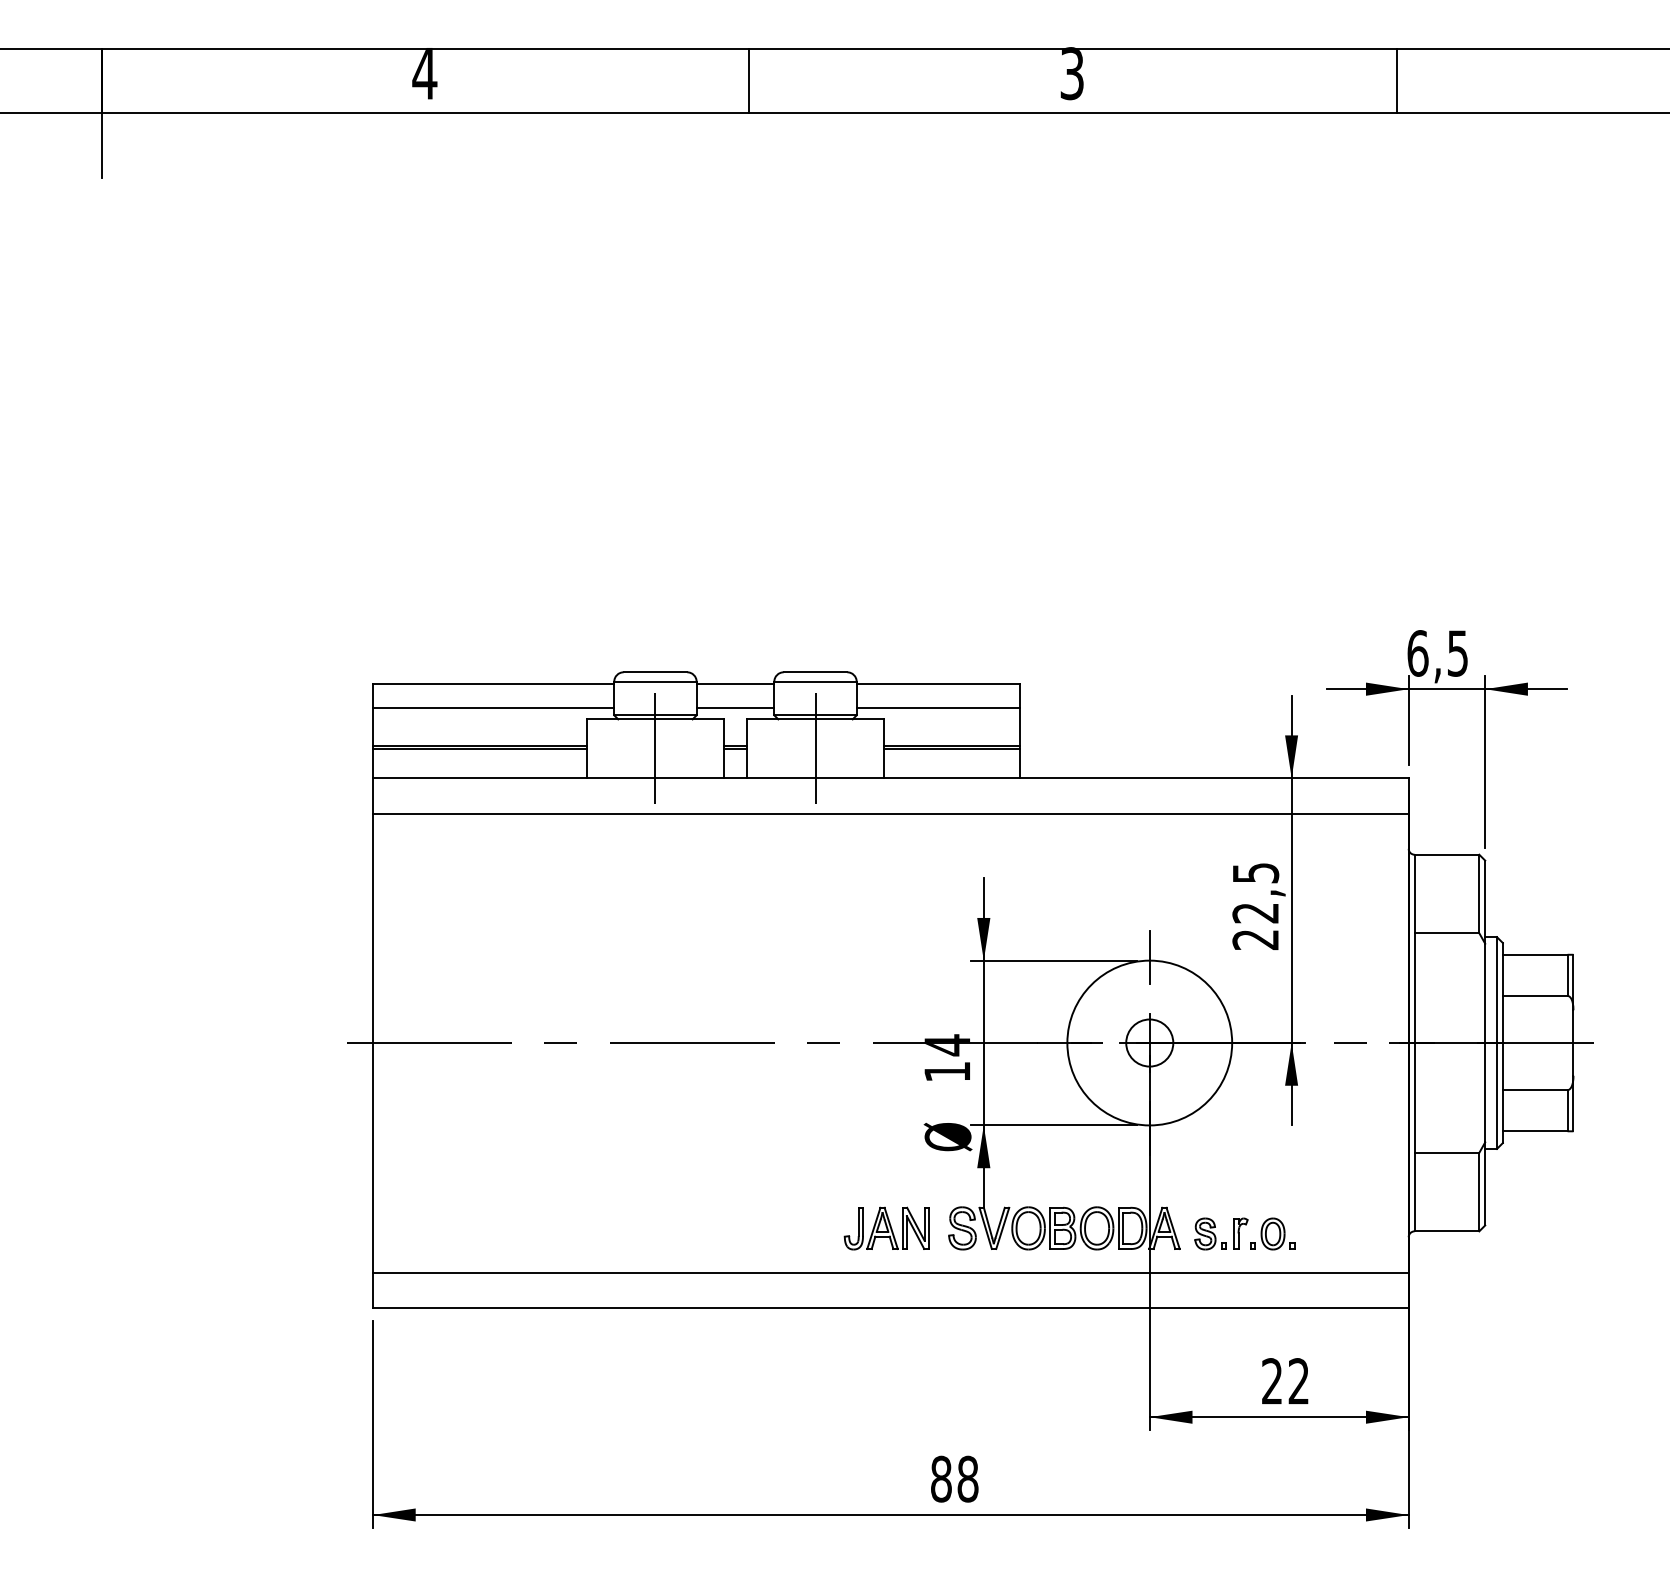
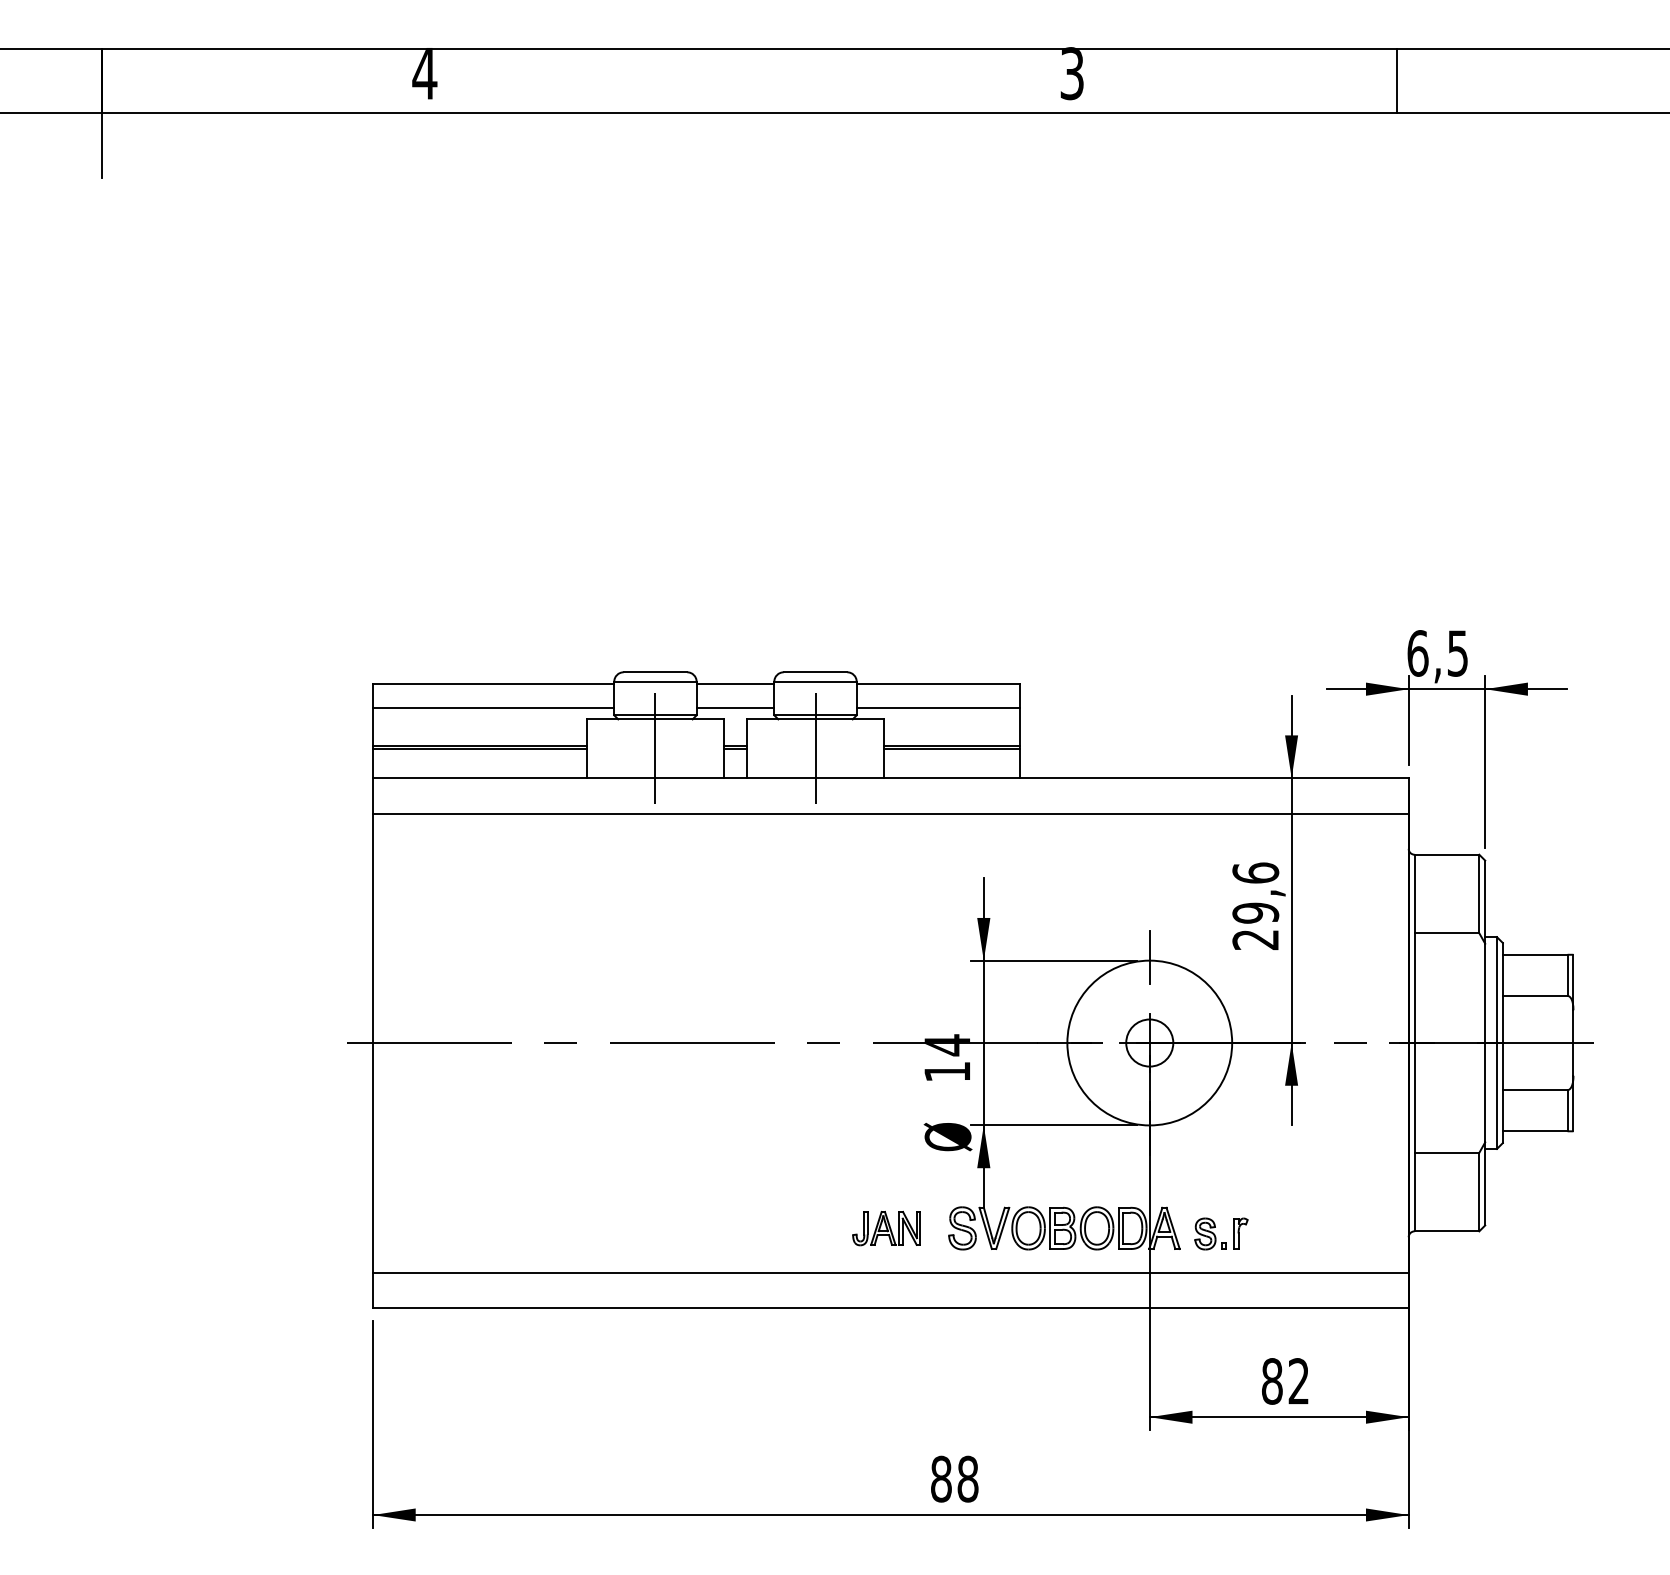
line at (749, 80): present -> none
text at (1255, 892): 22,5 -> 29,6
part at (886, 1228) size: 87x45 px -> 69x37 px
part at (1272, 1233): present -> none
text at (1272, 1381): 22 -> 82
